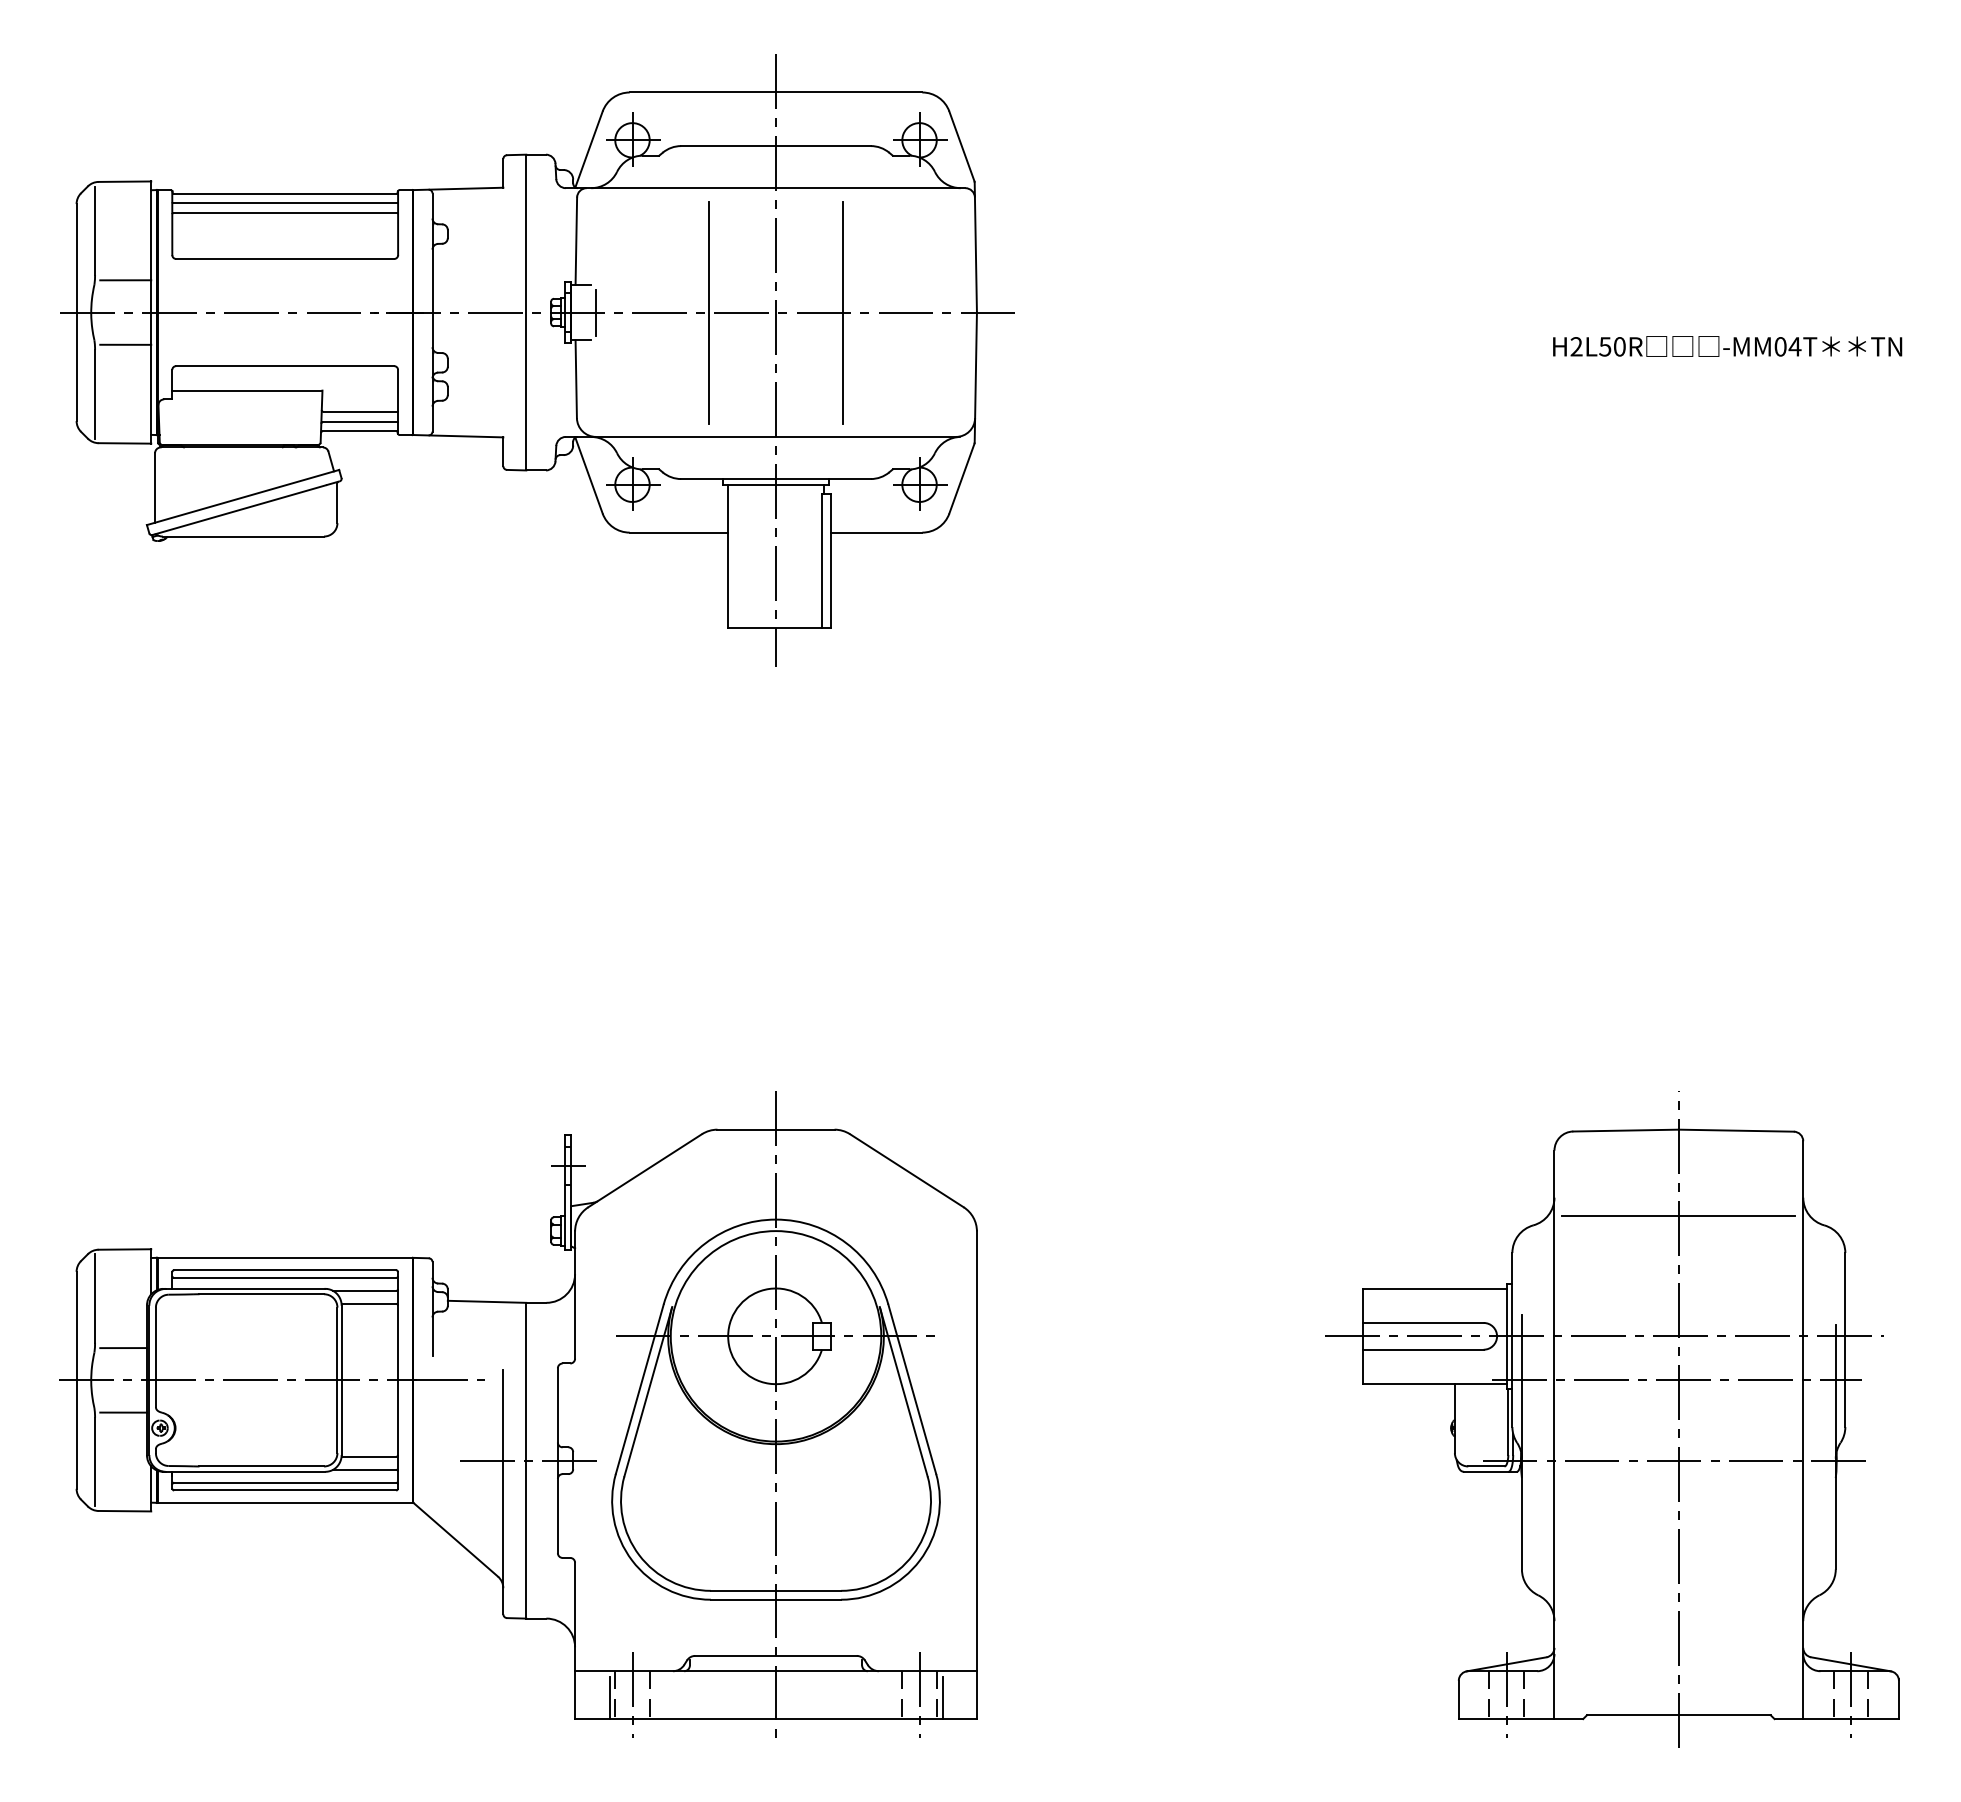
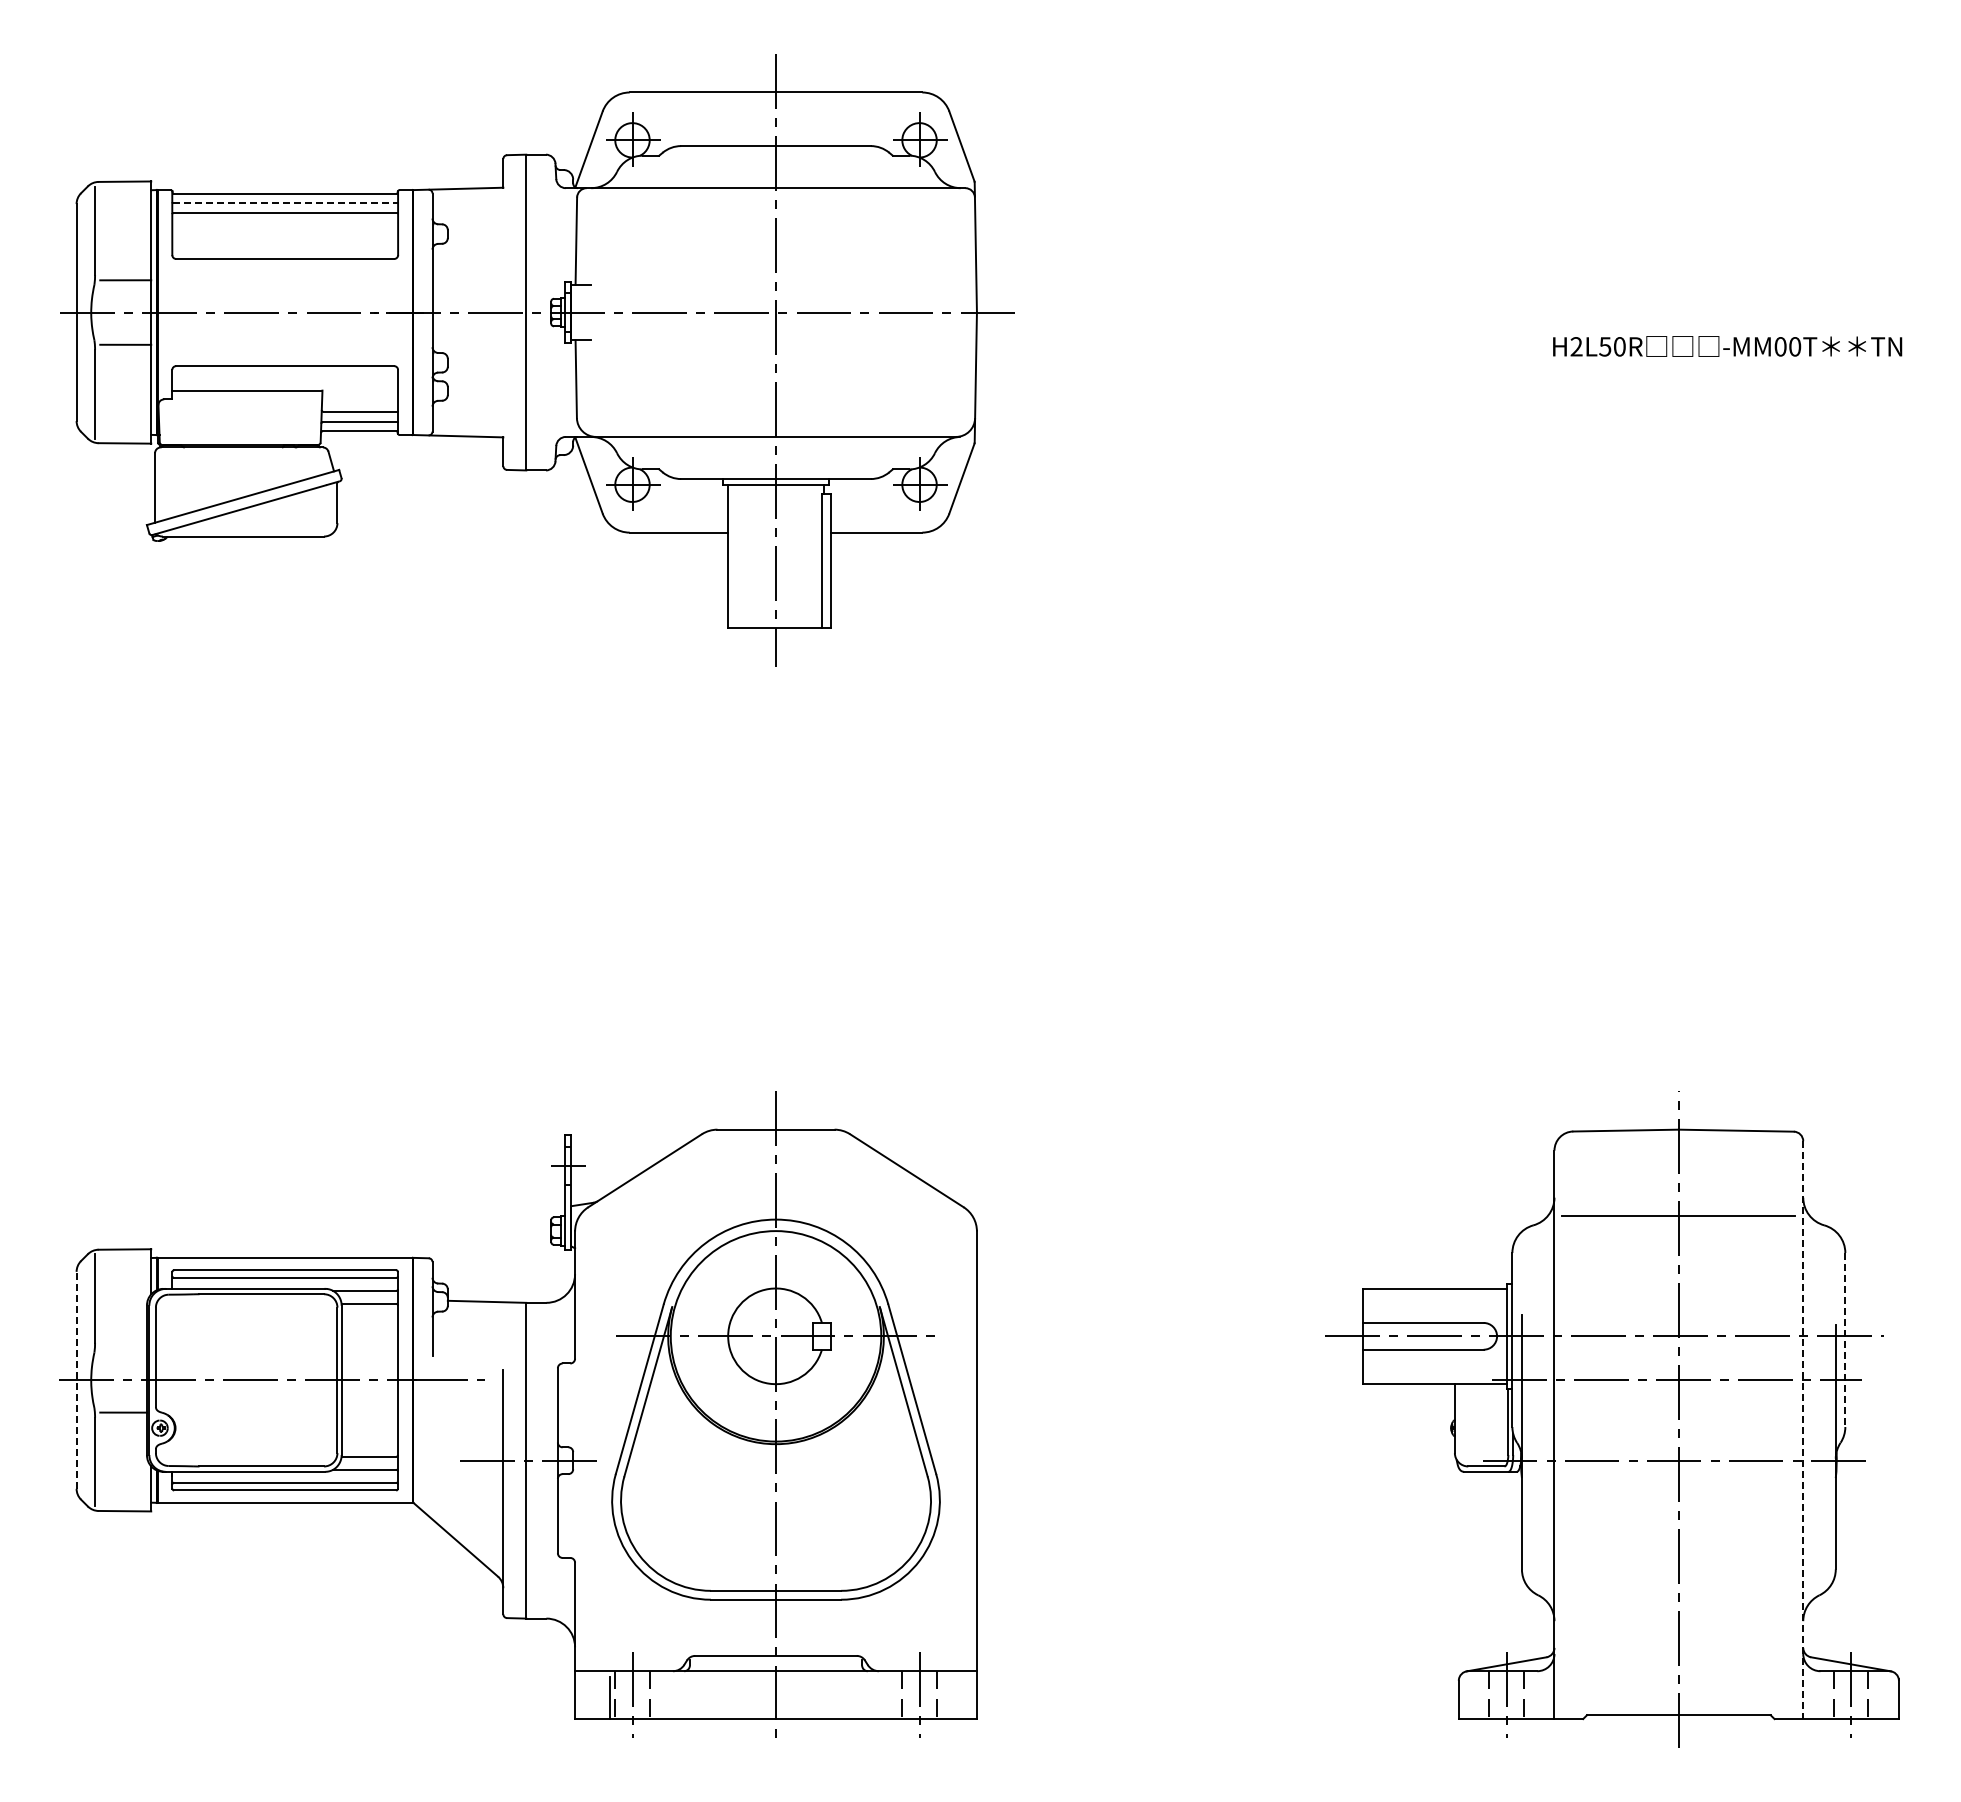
line at (285, 203): solid -> dashed
line at (595, 312): present -> none
line at (709, 312): present -> none
line at (843, 312): present -> none
text at (1794, 346): -MM04T -> -MM00T
line at (1845, 1340): solid -> dashed
line at (123, 1348): present -> none
line at (76, 1379): solid -> dashed
line at (1803, 1430): solid -> dashed
line at (942, 1697): present -> none
